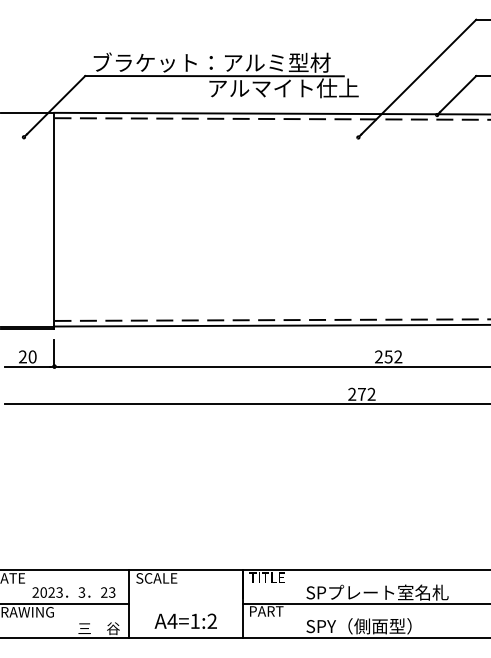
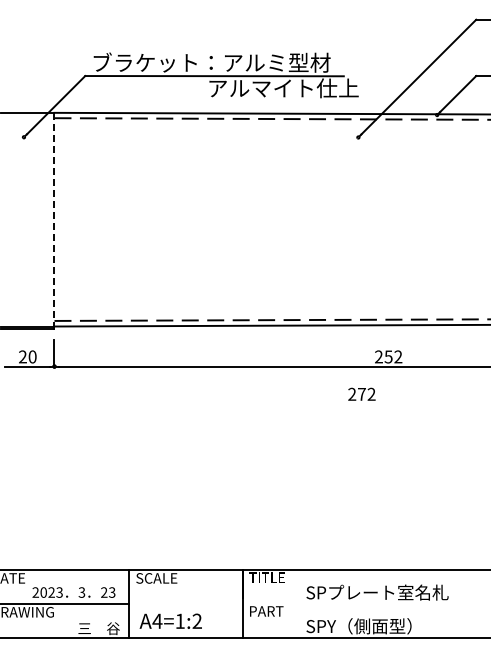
line at (54, 219): solid -> dashed
line at (246, 404): present -> none
line at (365, 604): present -> none
text at (185, 620) position: (185, 620) -> (170, 620)
